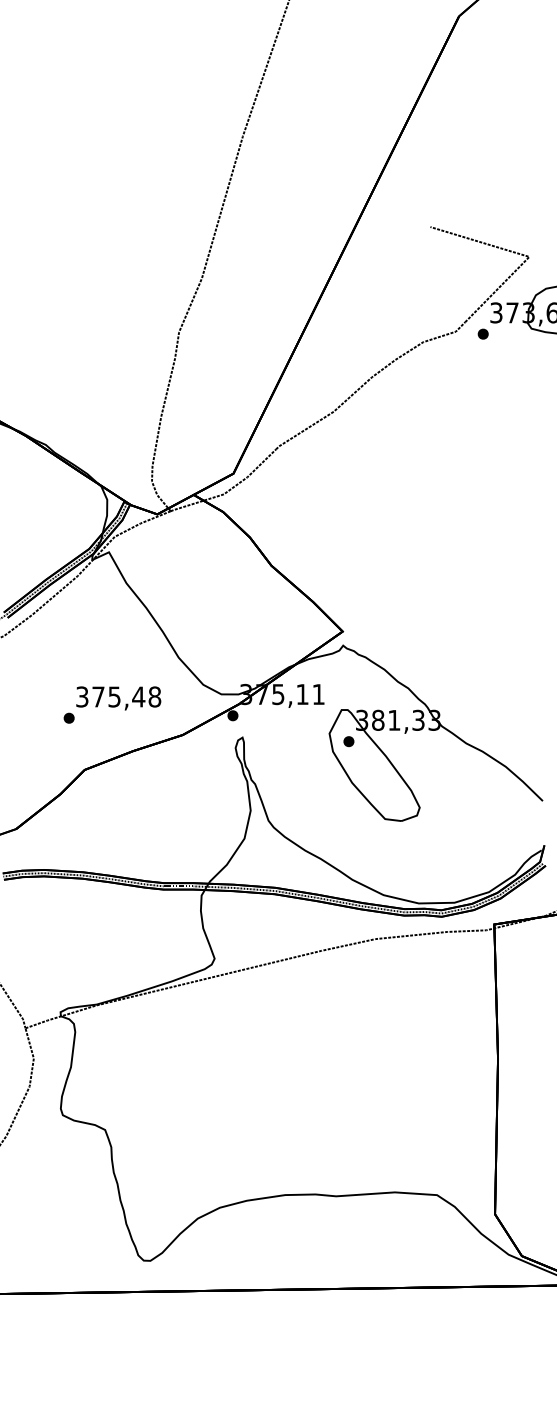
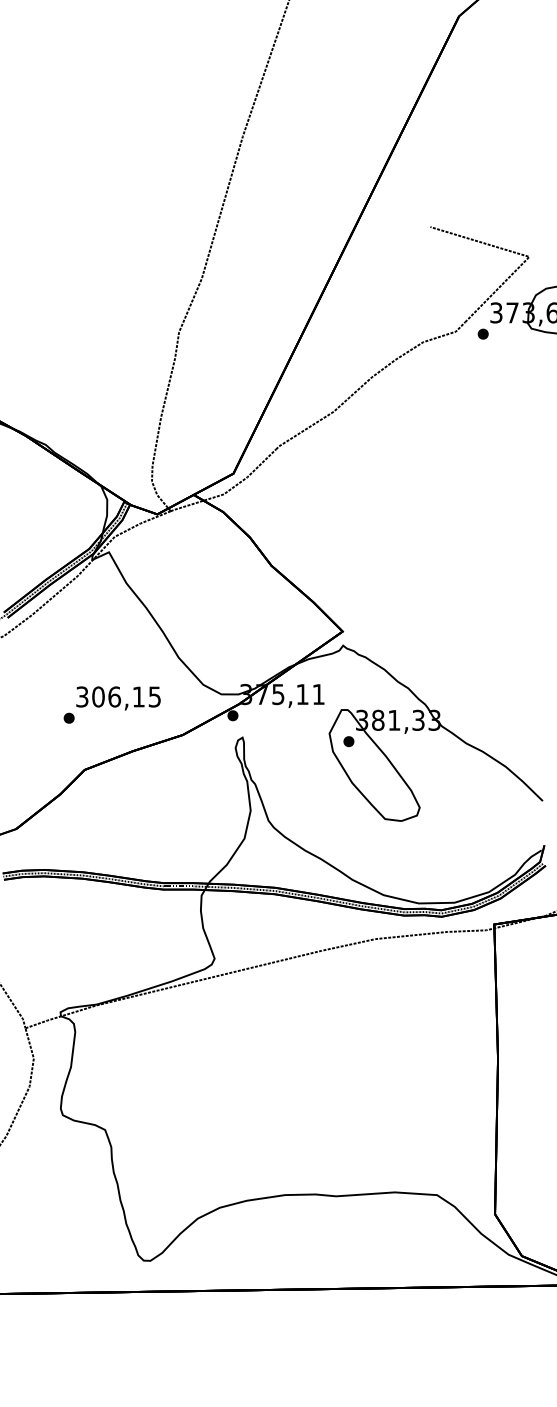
text at (126, 696): 375,48 -> 306,15
